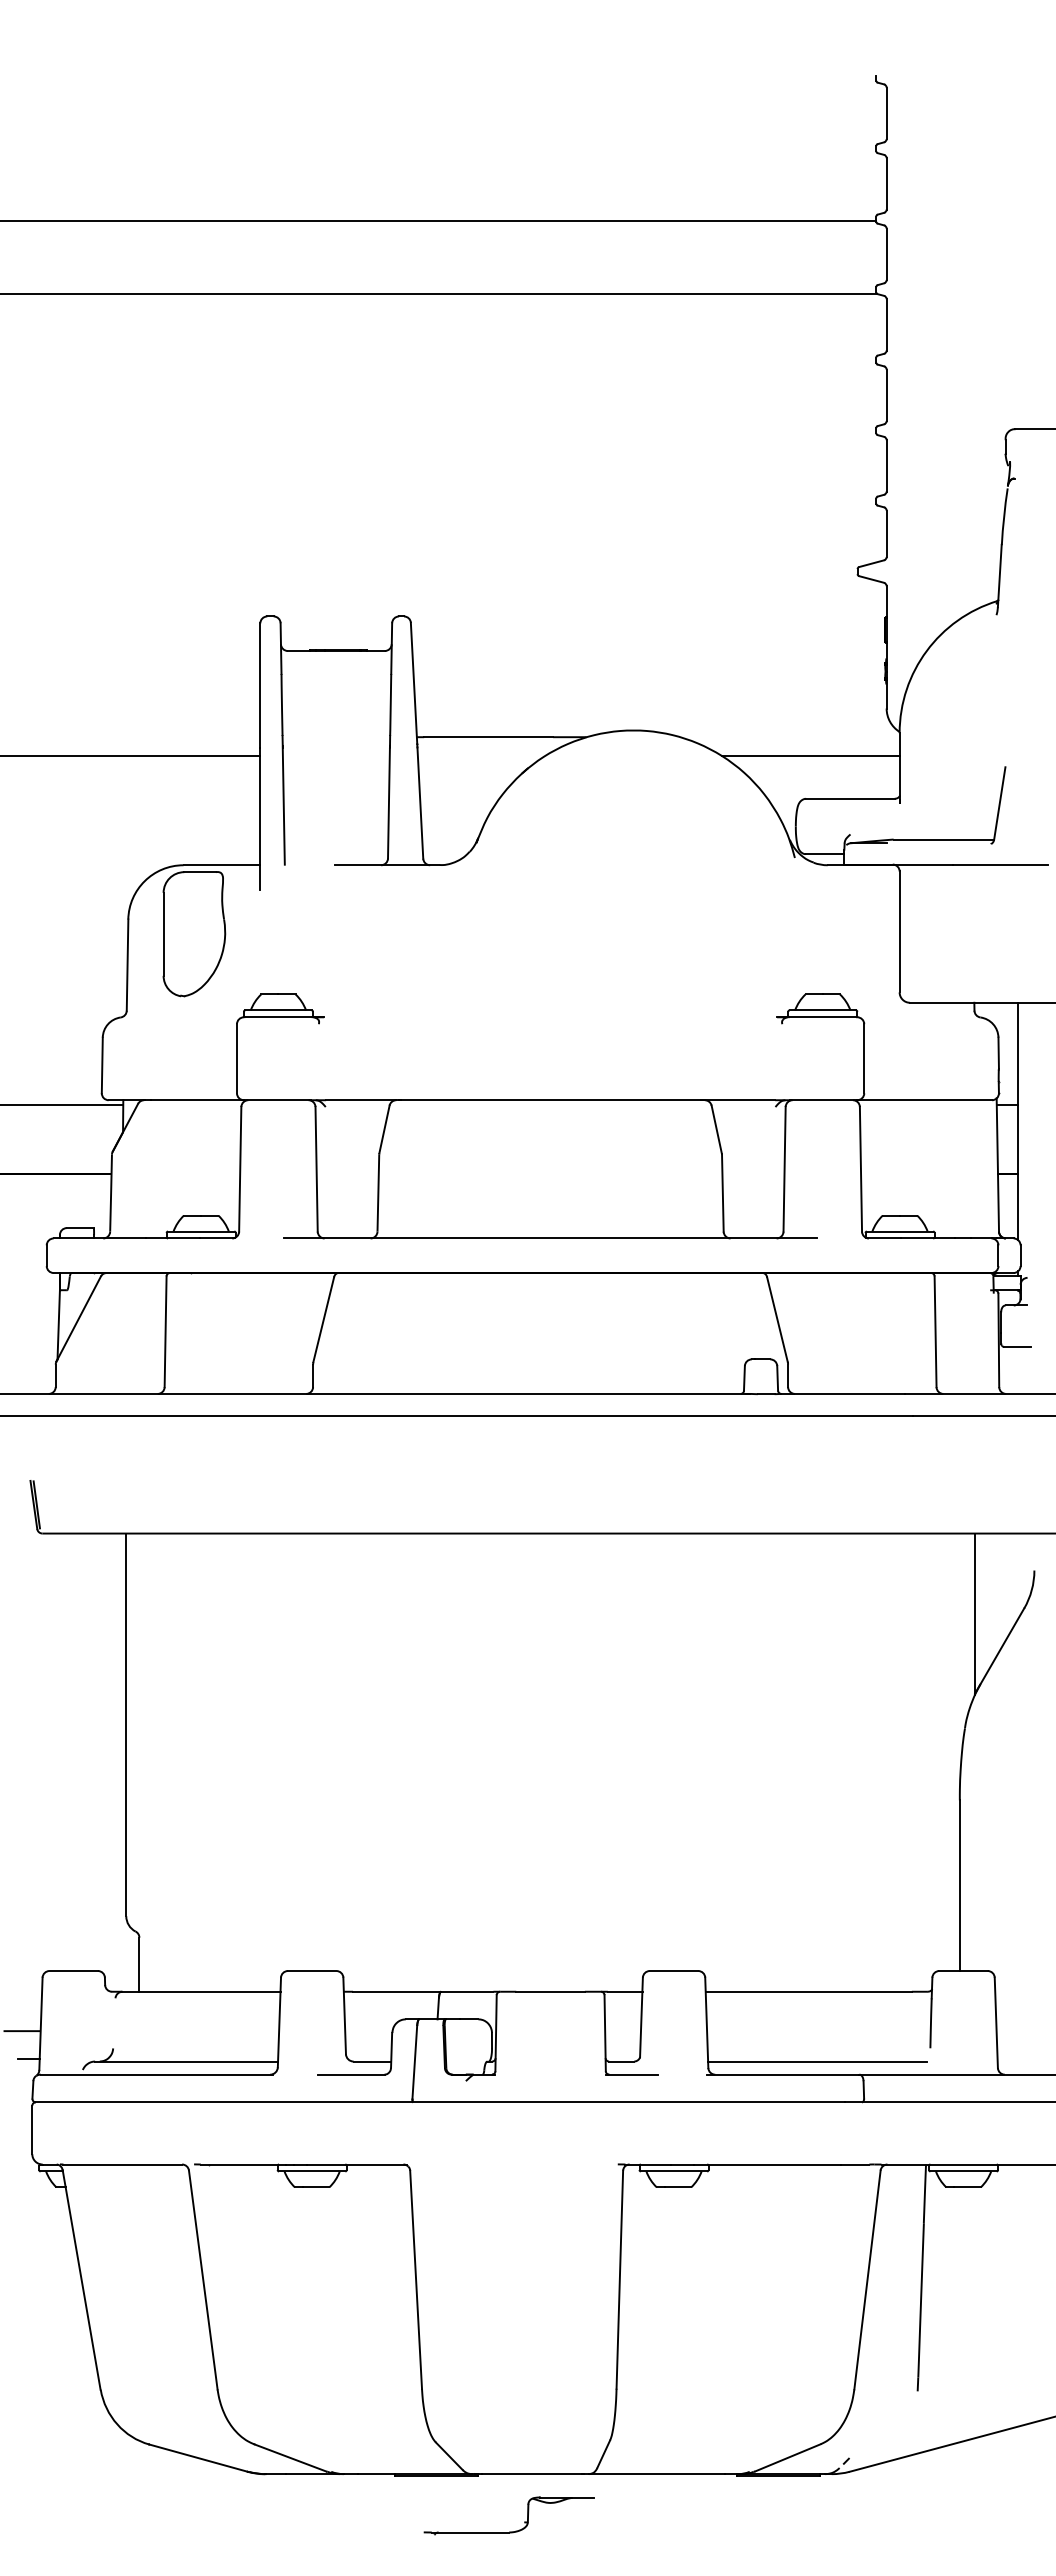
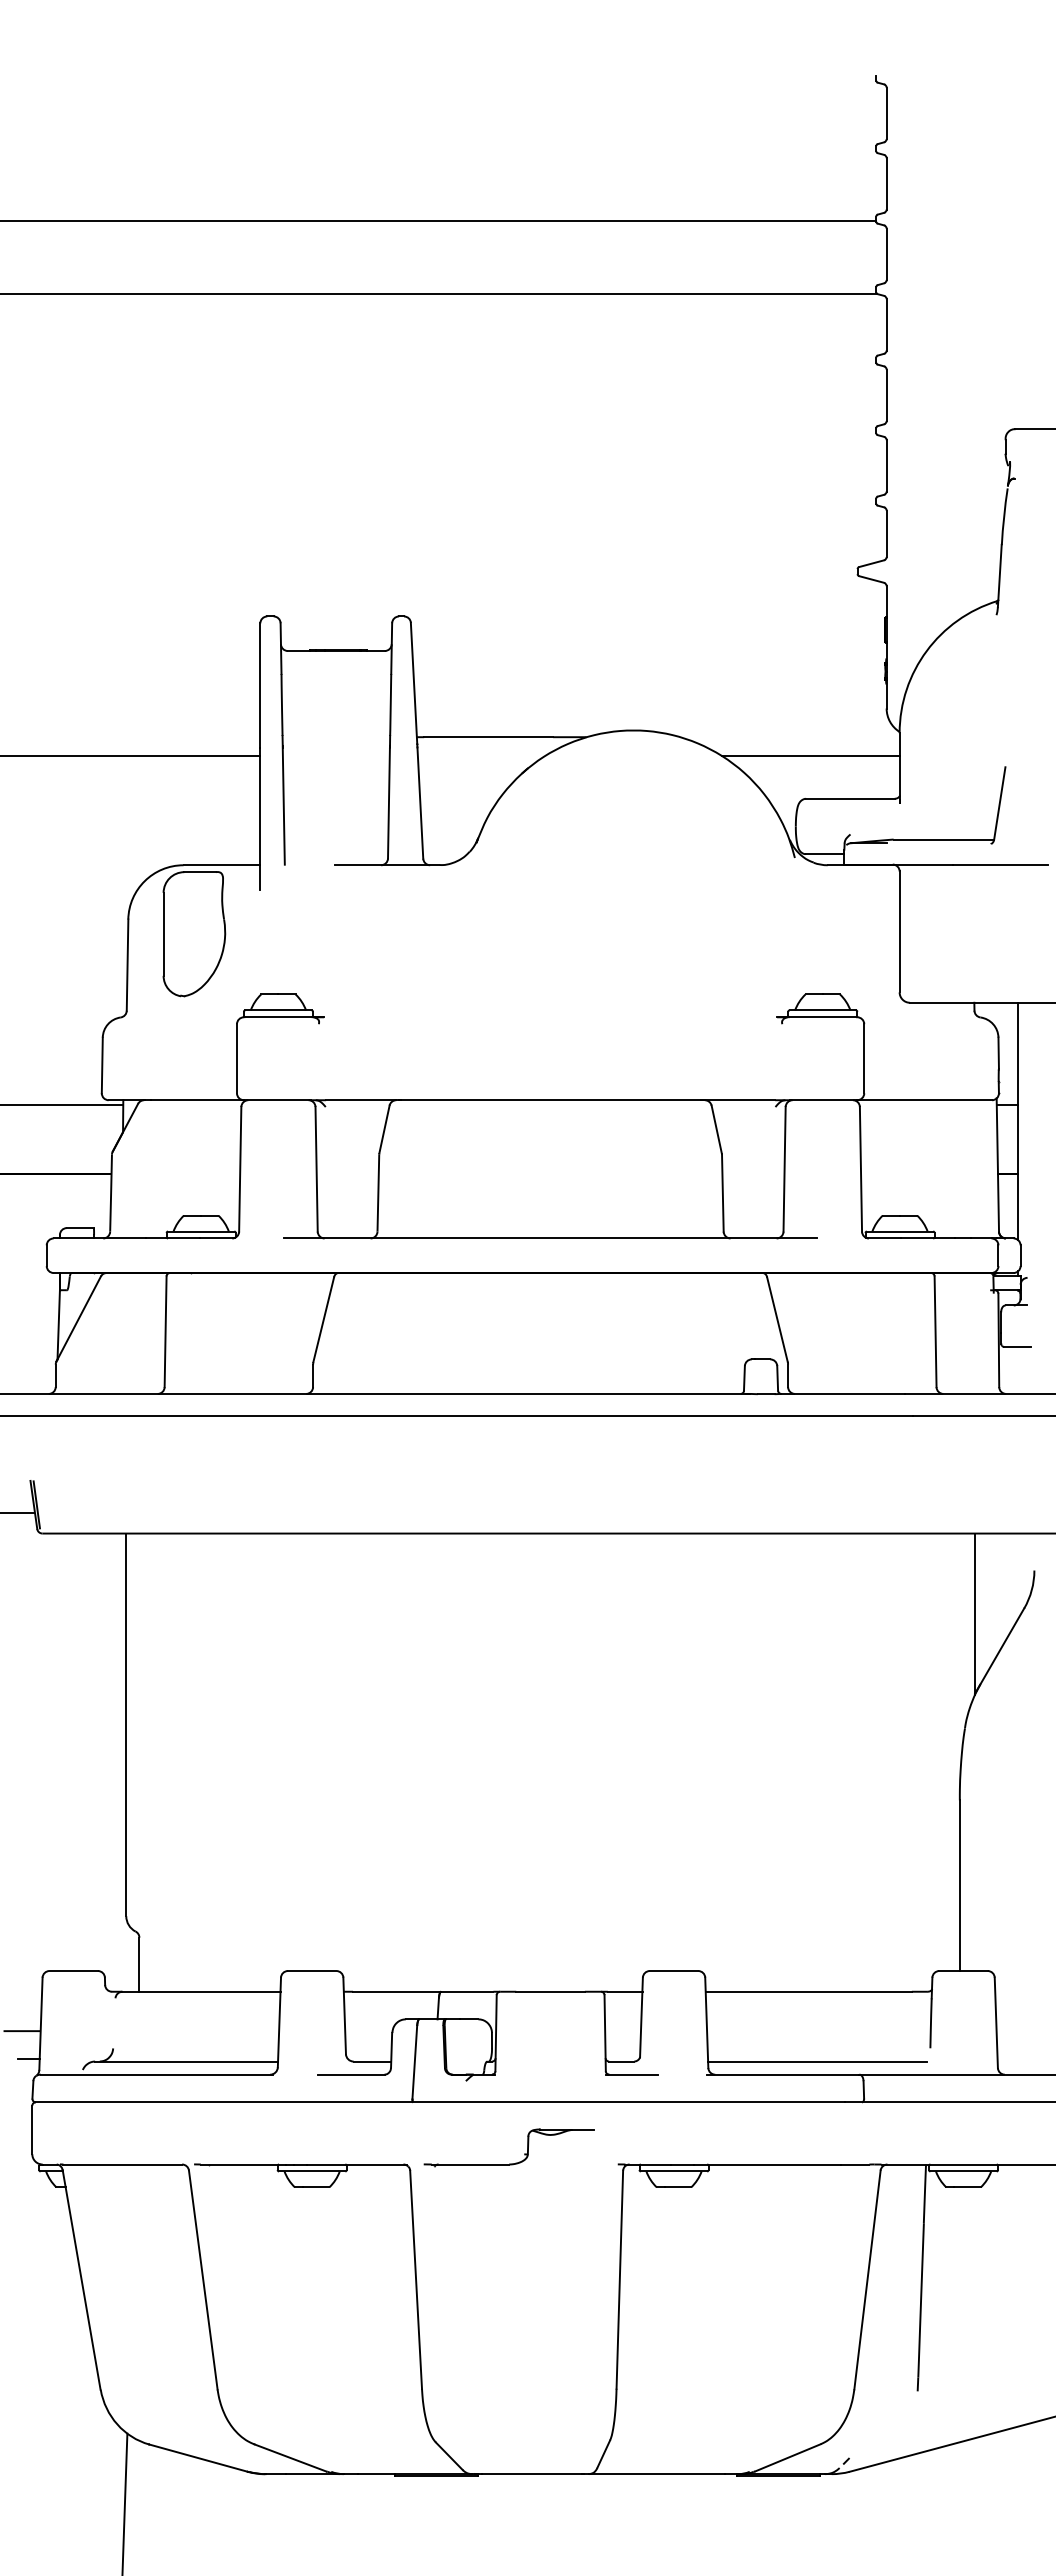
line at (18, 1512): none -> present
line at (124, 2502): none -> present
part at (509, 2531) position: (509, 2531) -> (509, 2163)
